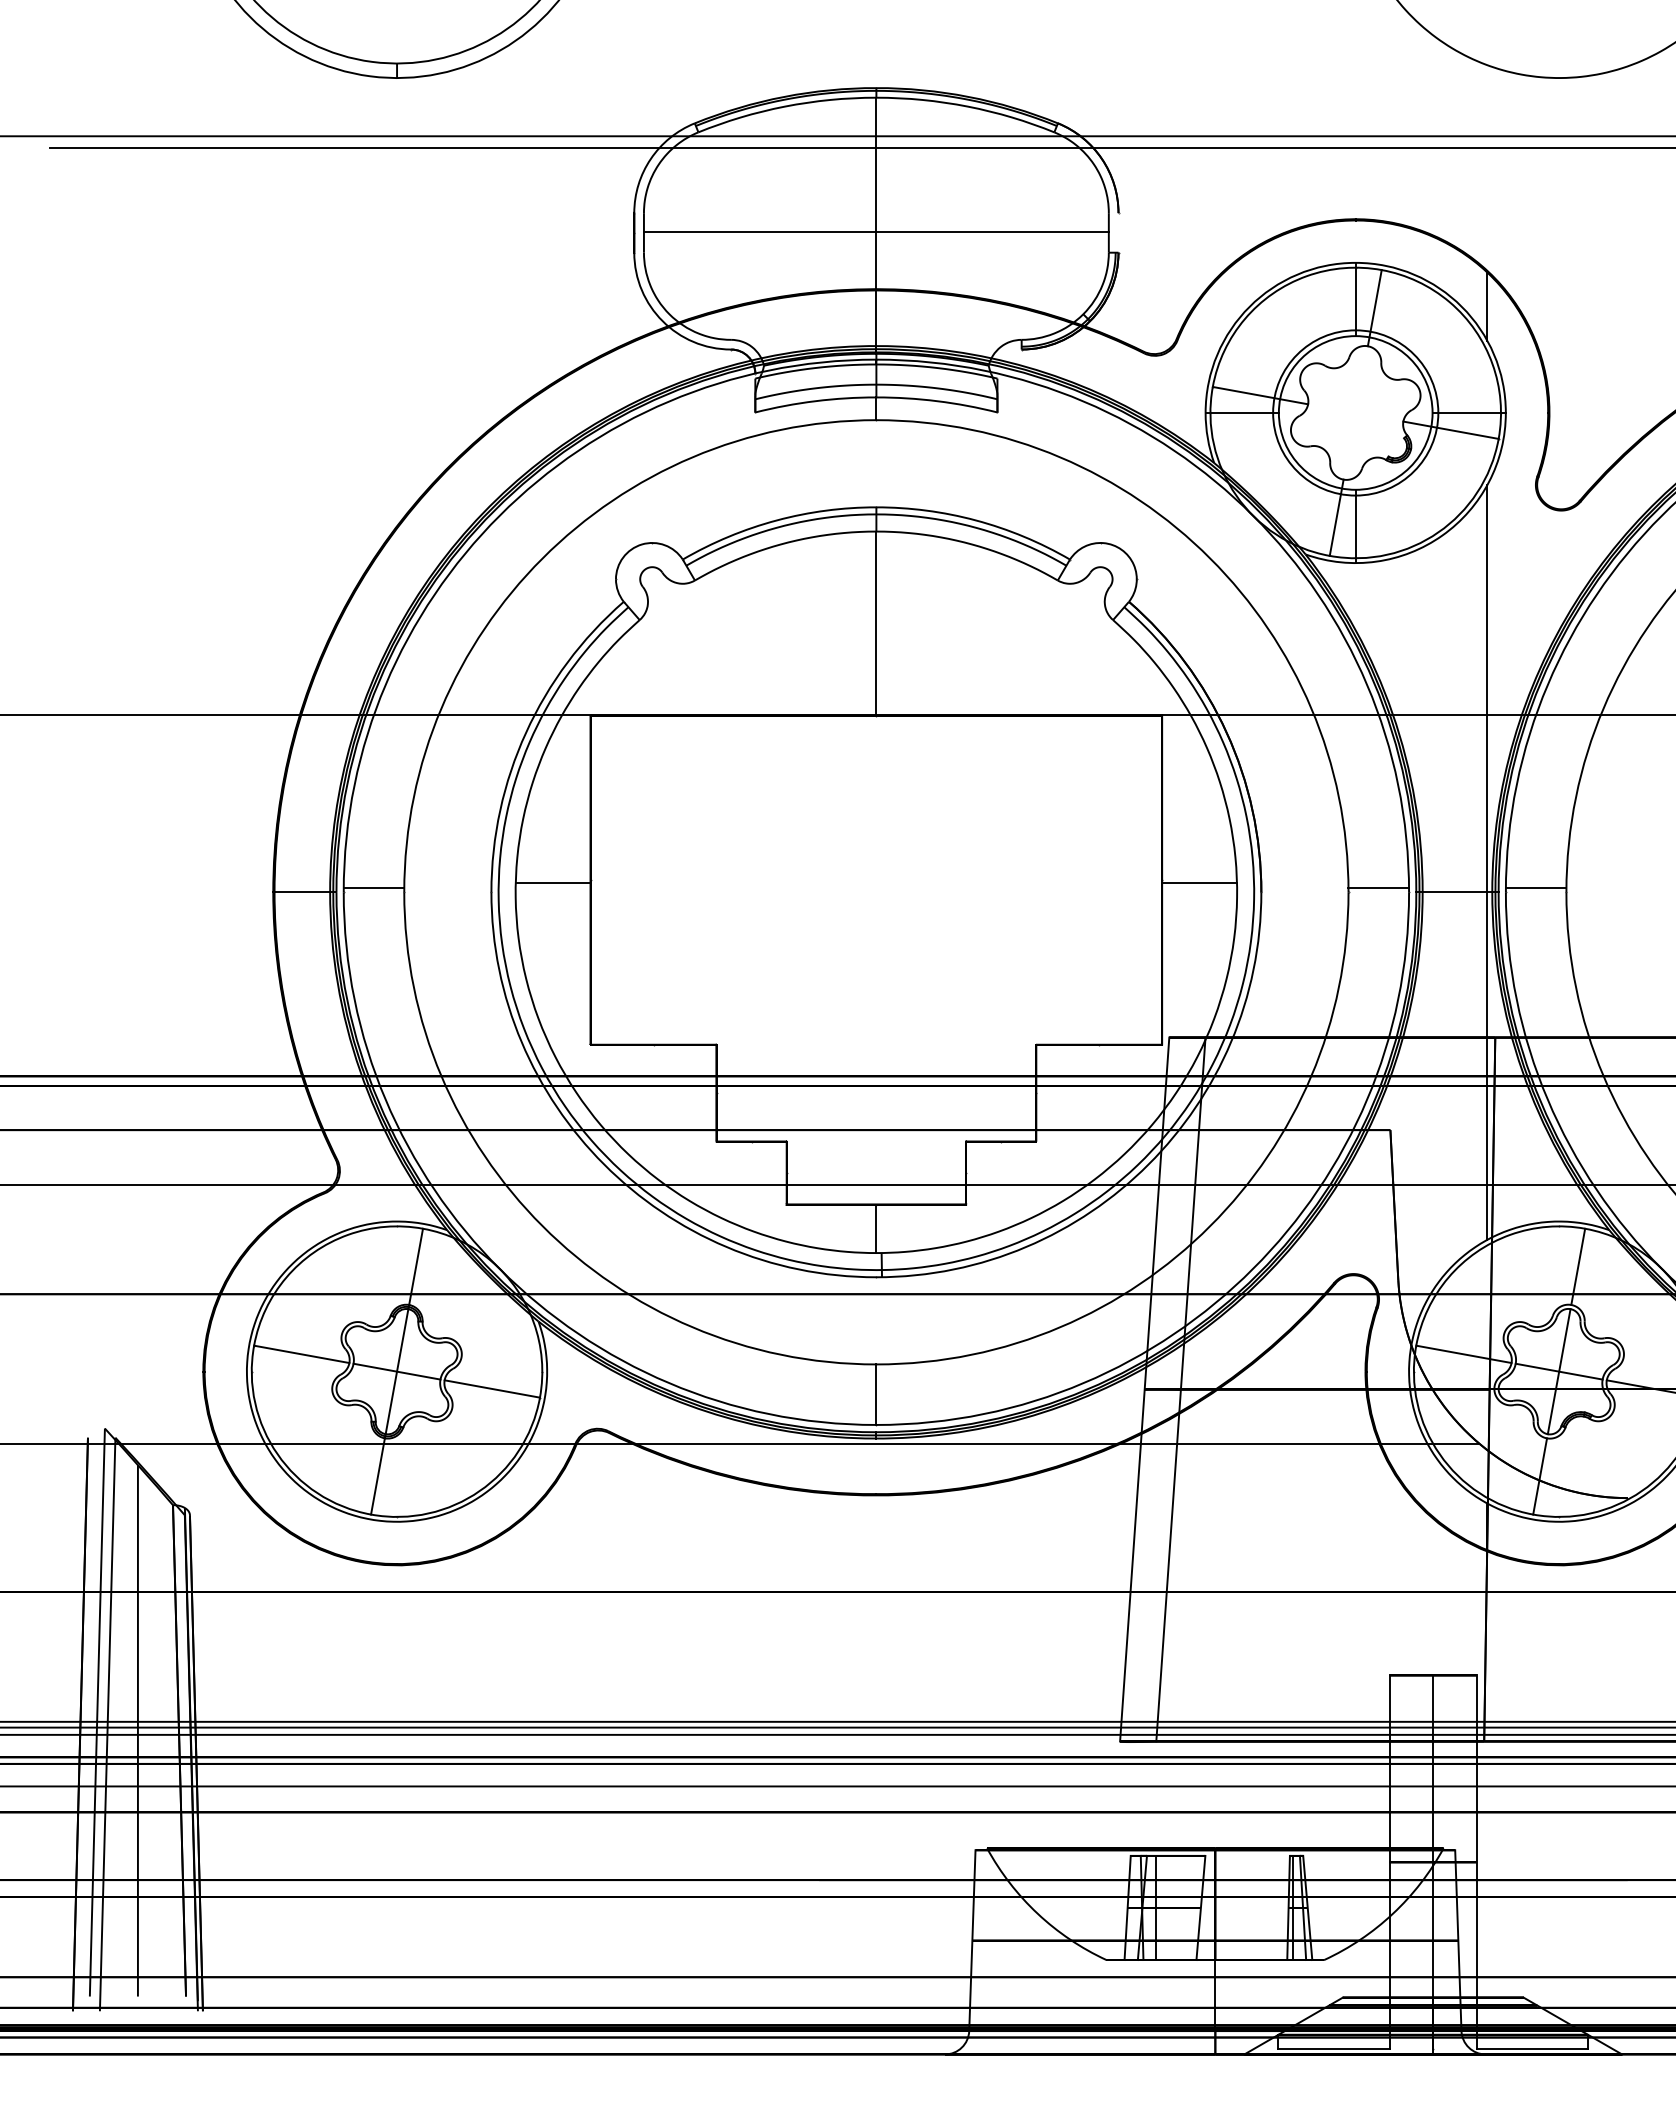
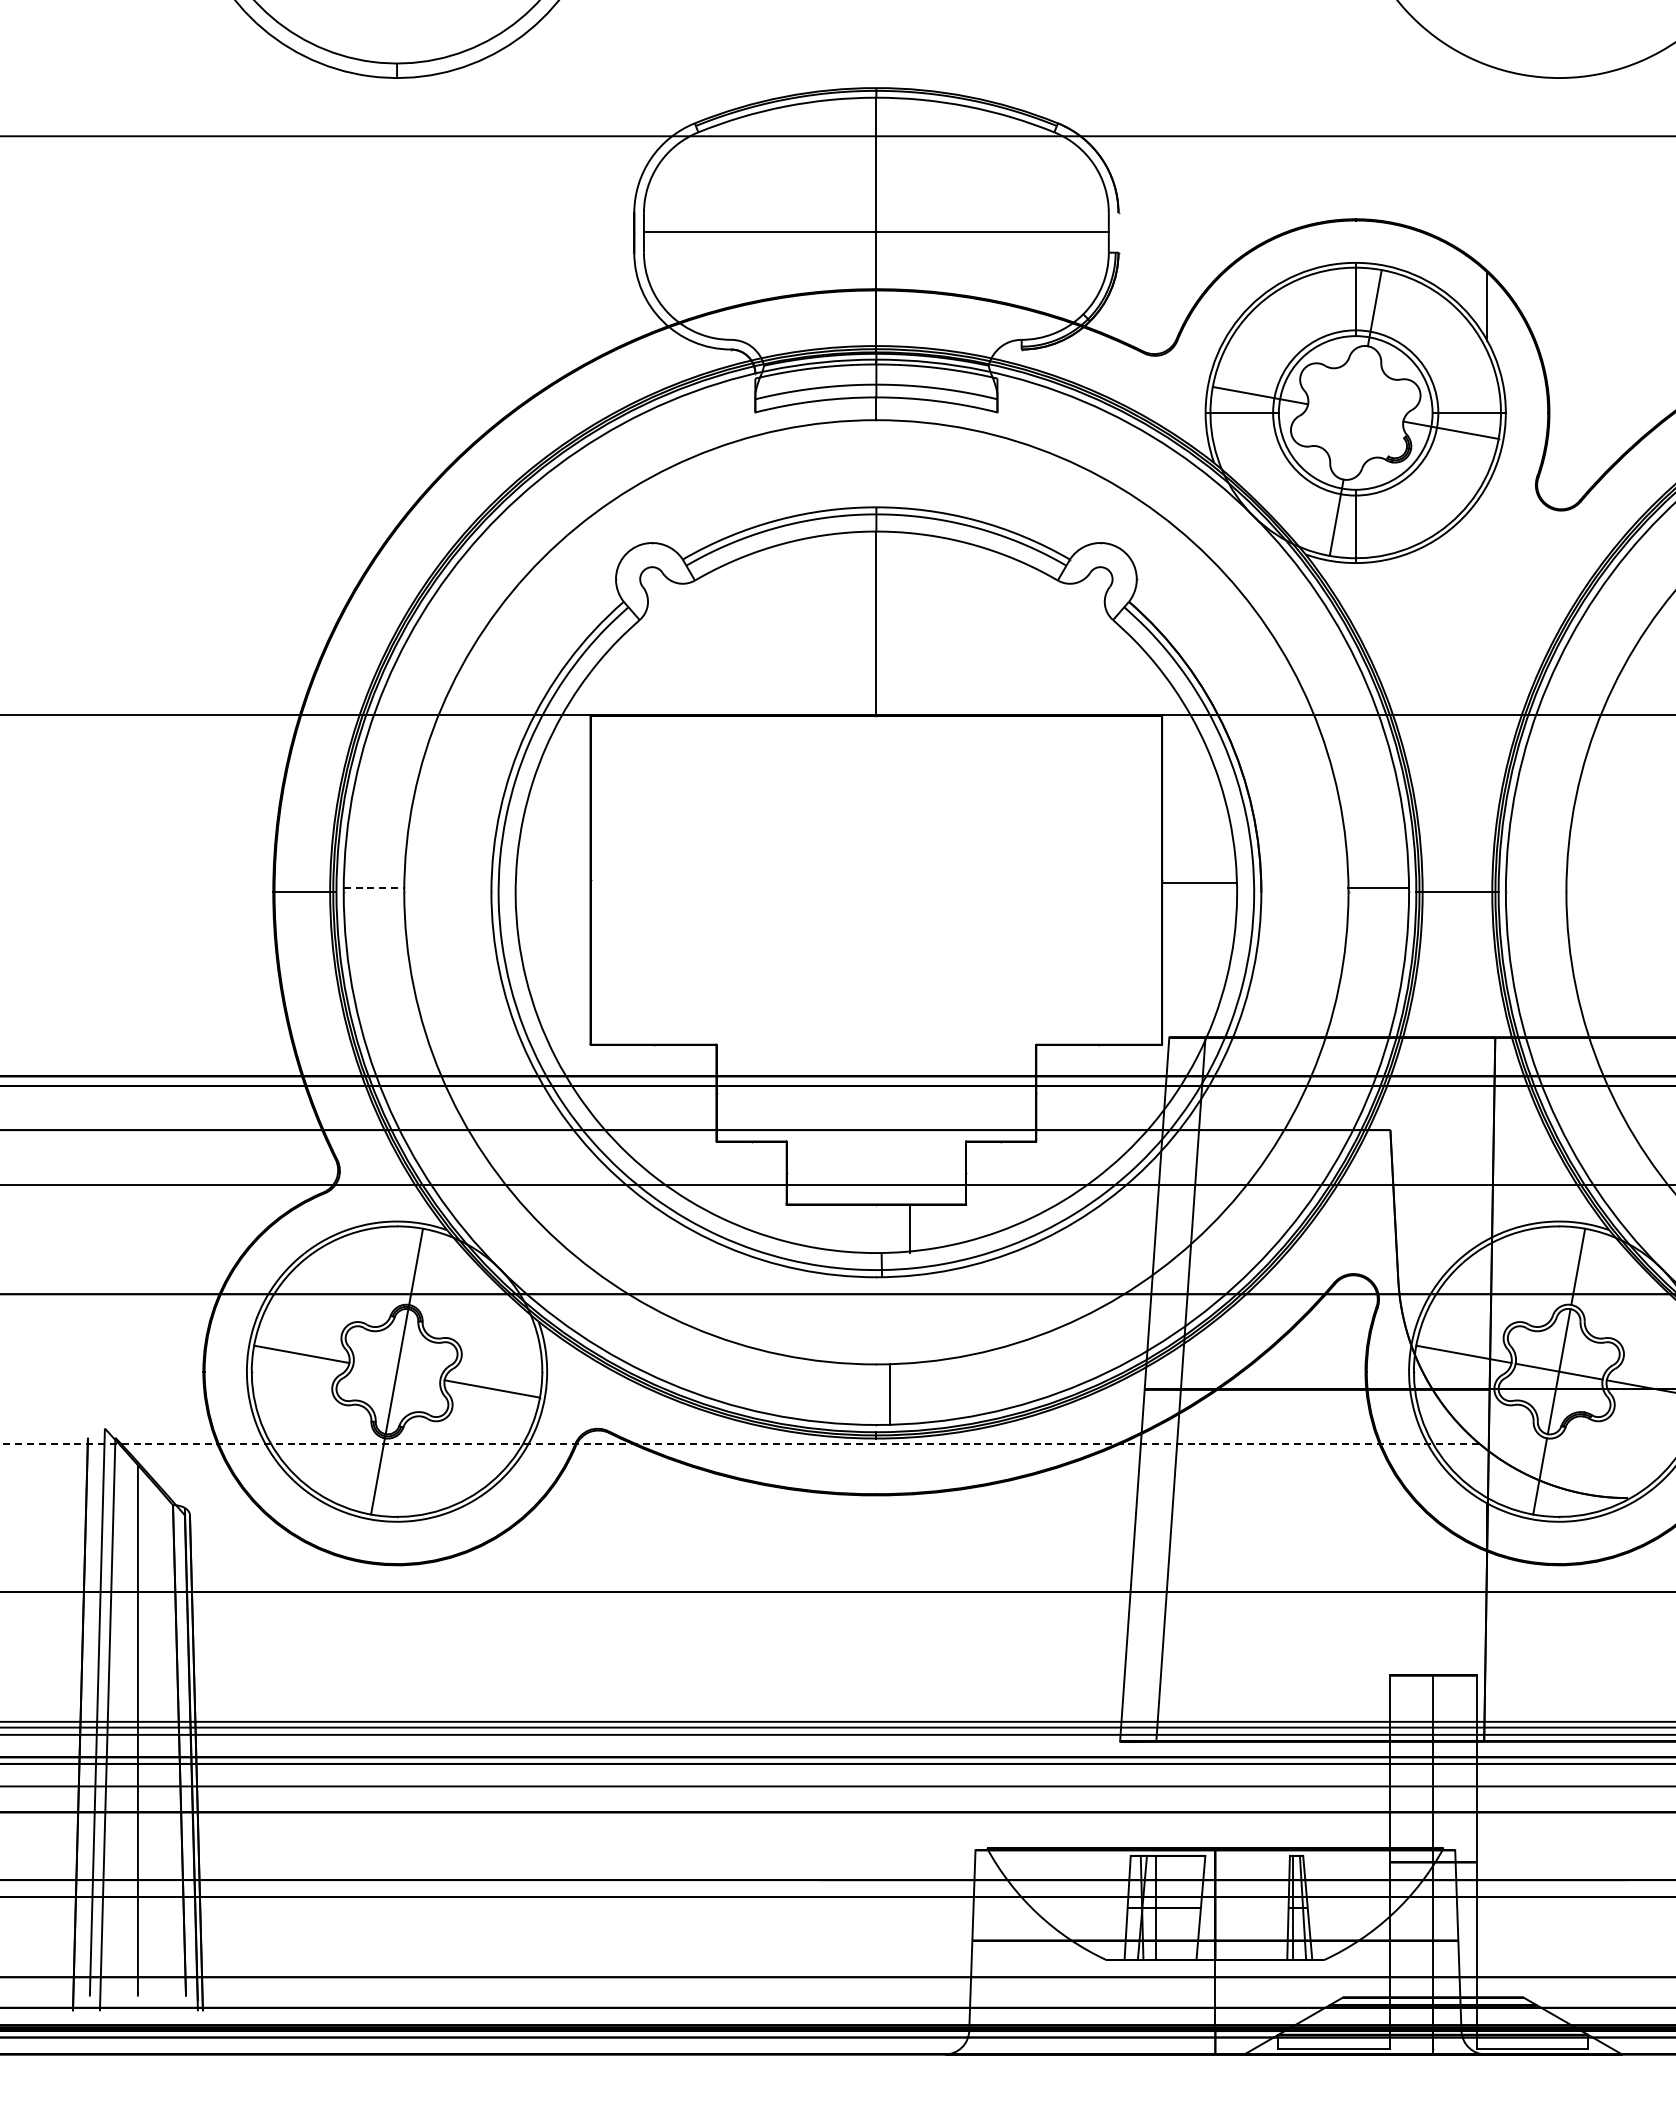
line at (861, 147): present -> none
line at (1487, 862): present -> none
line at (552, 883): present -> none
line at (374, 887): solid -> dashed
line at (1535, 887): present -> none
line at (876, 1228) position: (876, 1228) -> (910, 1228)
line at (396, 1371): present -> none
line at (876, 1394) position: (876, 1394) -> (890, 1394)
line at (740, 1443): solid -> dashed
